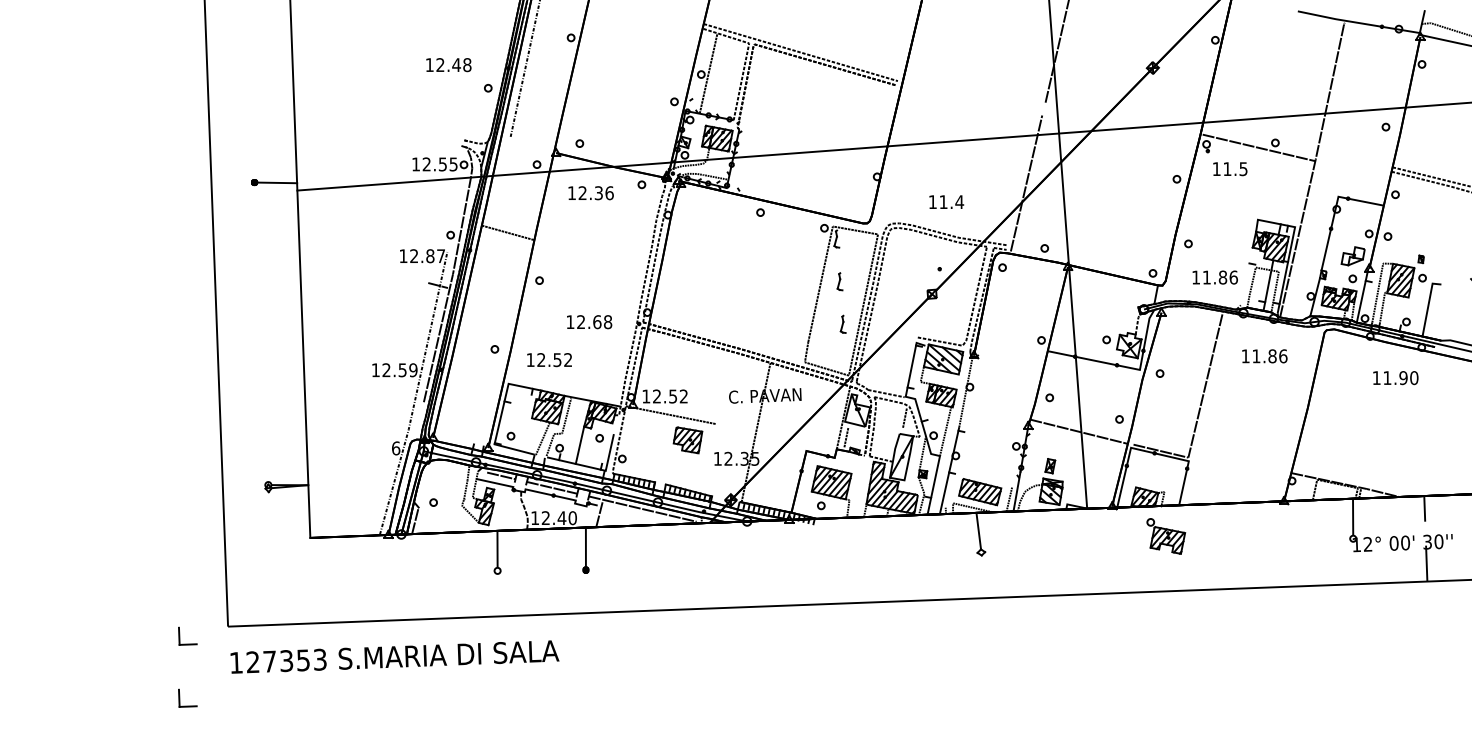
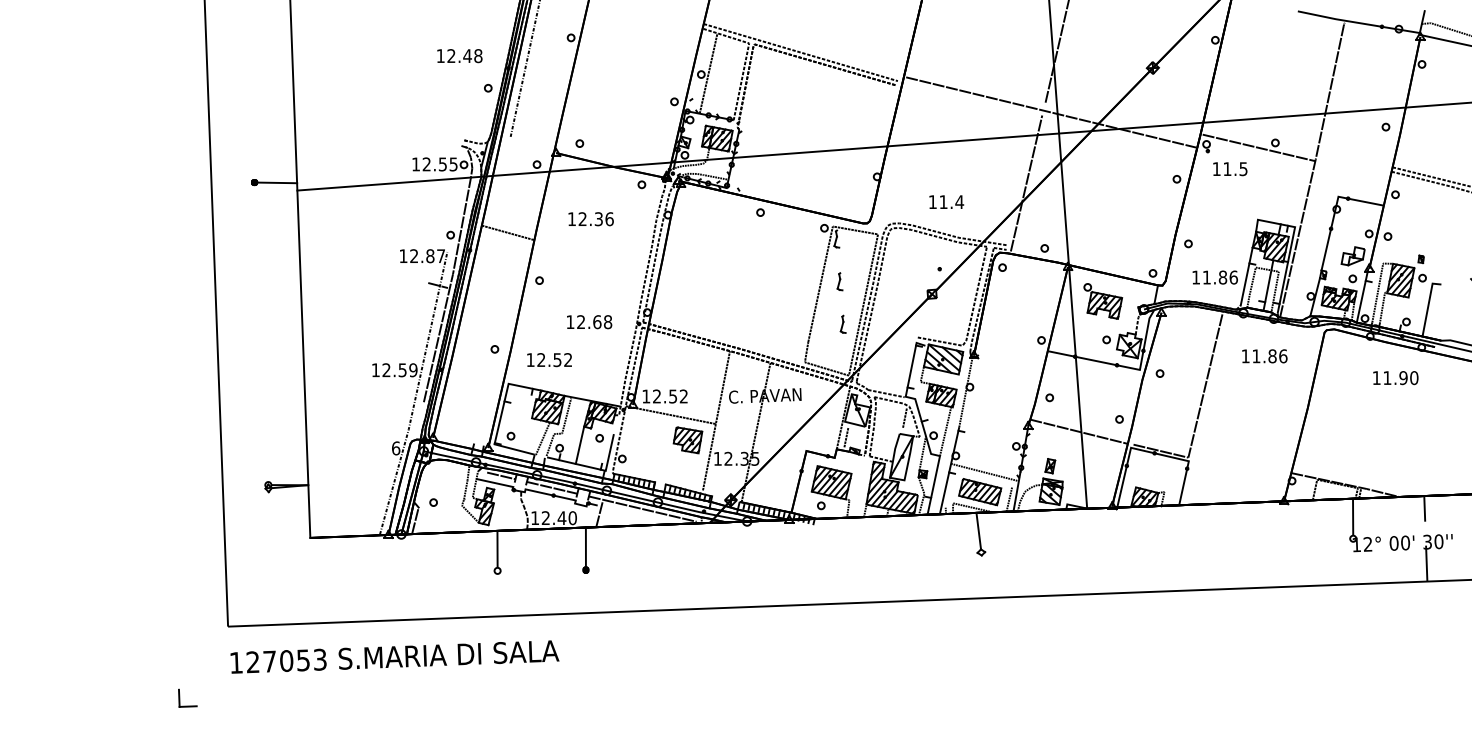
text at (448, 65) position: (448, 65) -> (459, 56)
line at (1051, 112): none -> present
text at (590, 193) position: (590, 193) -> (590, 219)
line at (1246, 276): none -> present
line at (716, 420): none -> present
line at (984, 471): none -> present
part at (1166, 536) position: (1166, 536) -> (1103, 301)
part at (180, 635): present -> none
text at (286, 661): 127353 -> 127053
